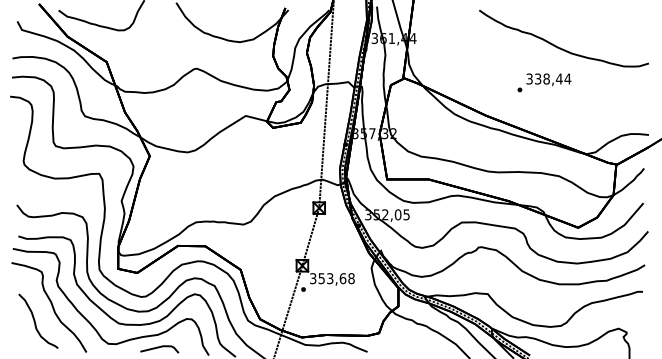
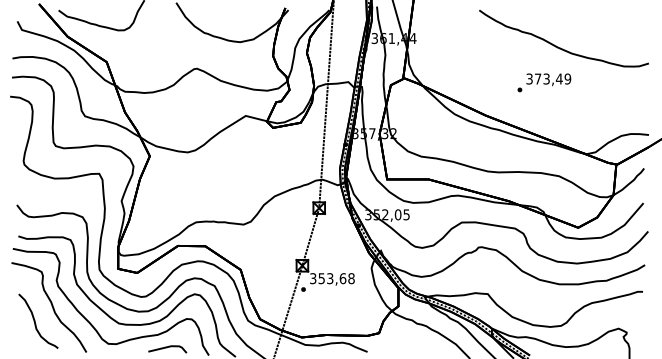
text at (553, 78): 338,44 -> 373,49
line at (159, 348) position: (159, 348) -> (167, 348)
